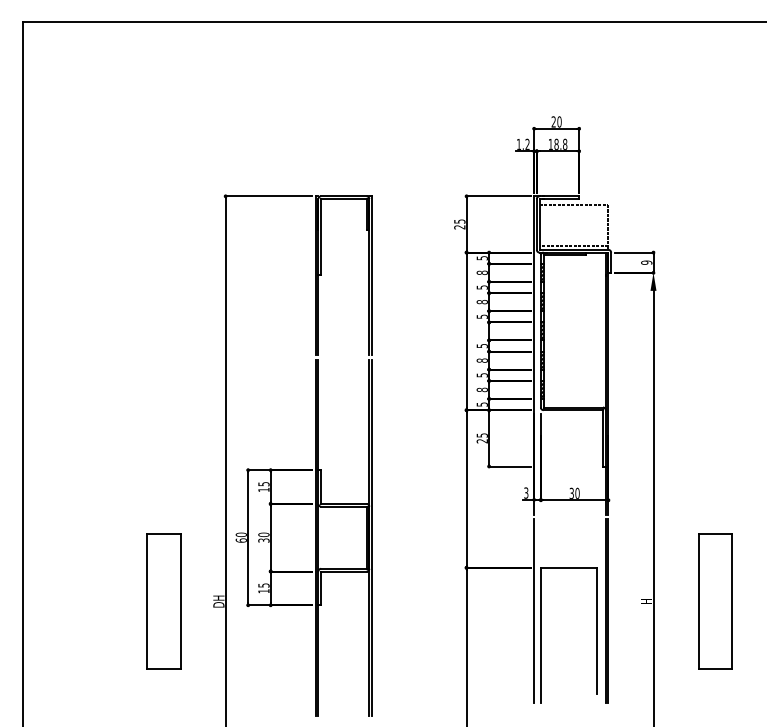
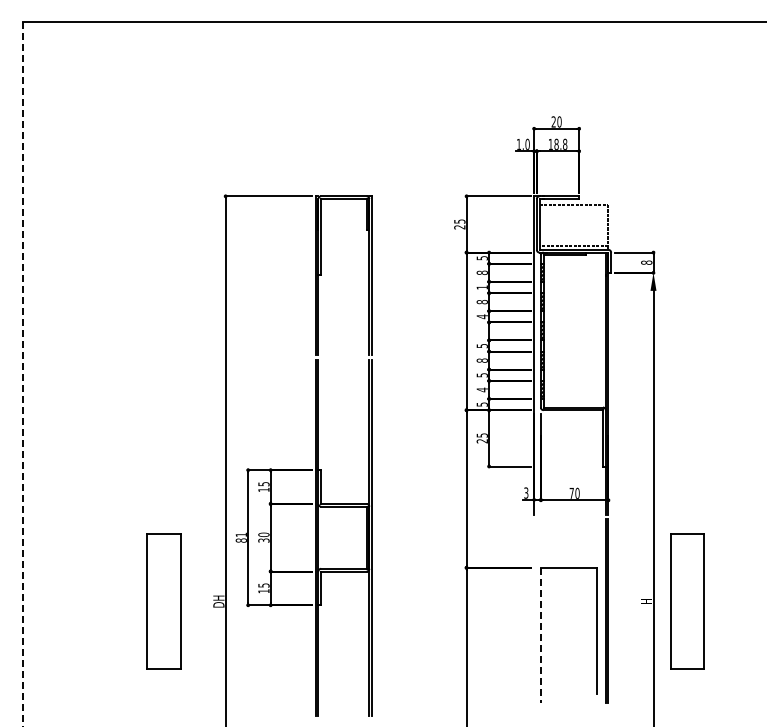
text at (527, 143): 1.2 -> 1.0
text at (646, 262): 9 -> 8
text at (481, 287): 5 -> 1
text at (481, 316): 5 -> 4
line at (23, 374): solid -> dashed
text at (481, 389): 8 -> 4
text at (571, 492): 30 -> 70
text at (240, 537): 60 -> 81
part at (715, 601) position: (715, 601) -> (687, 601)
line at (534, 610): present -> none
line at (540, 635): solid -> dashed
